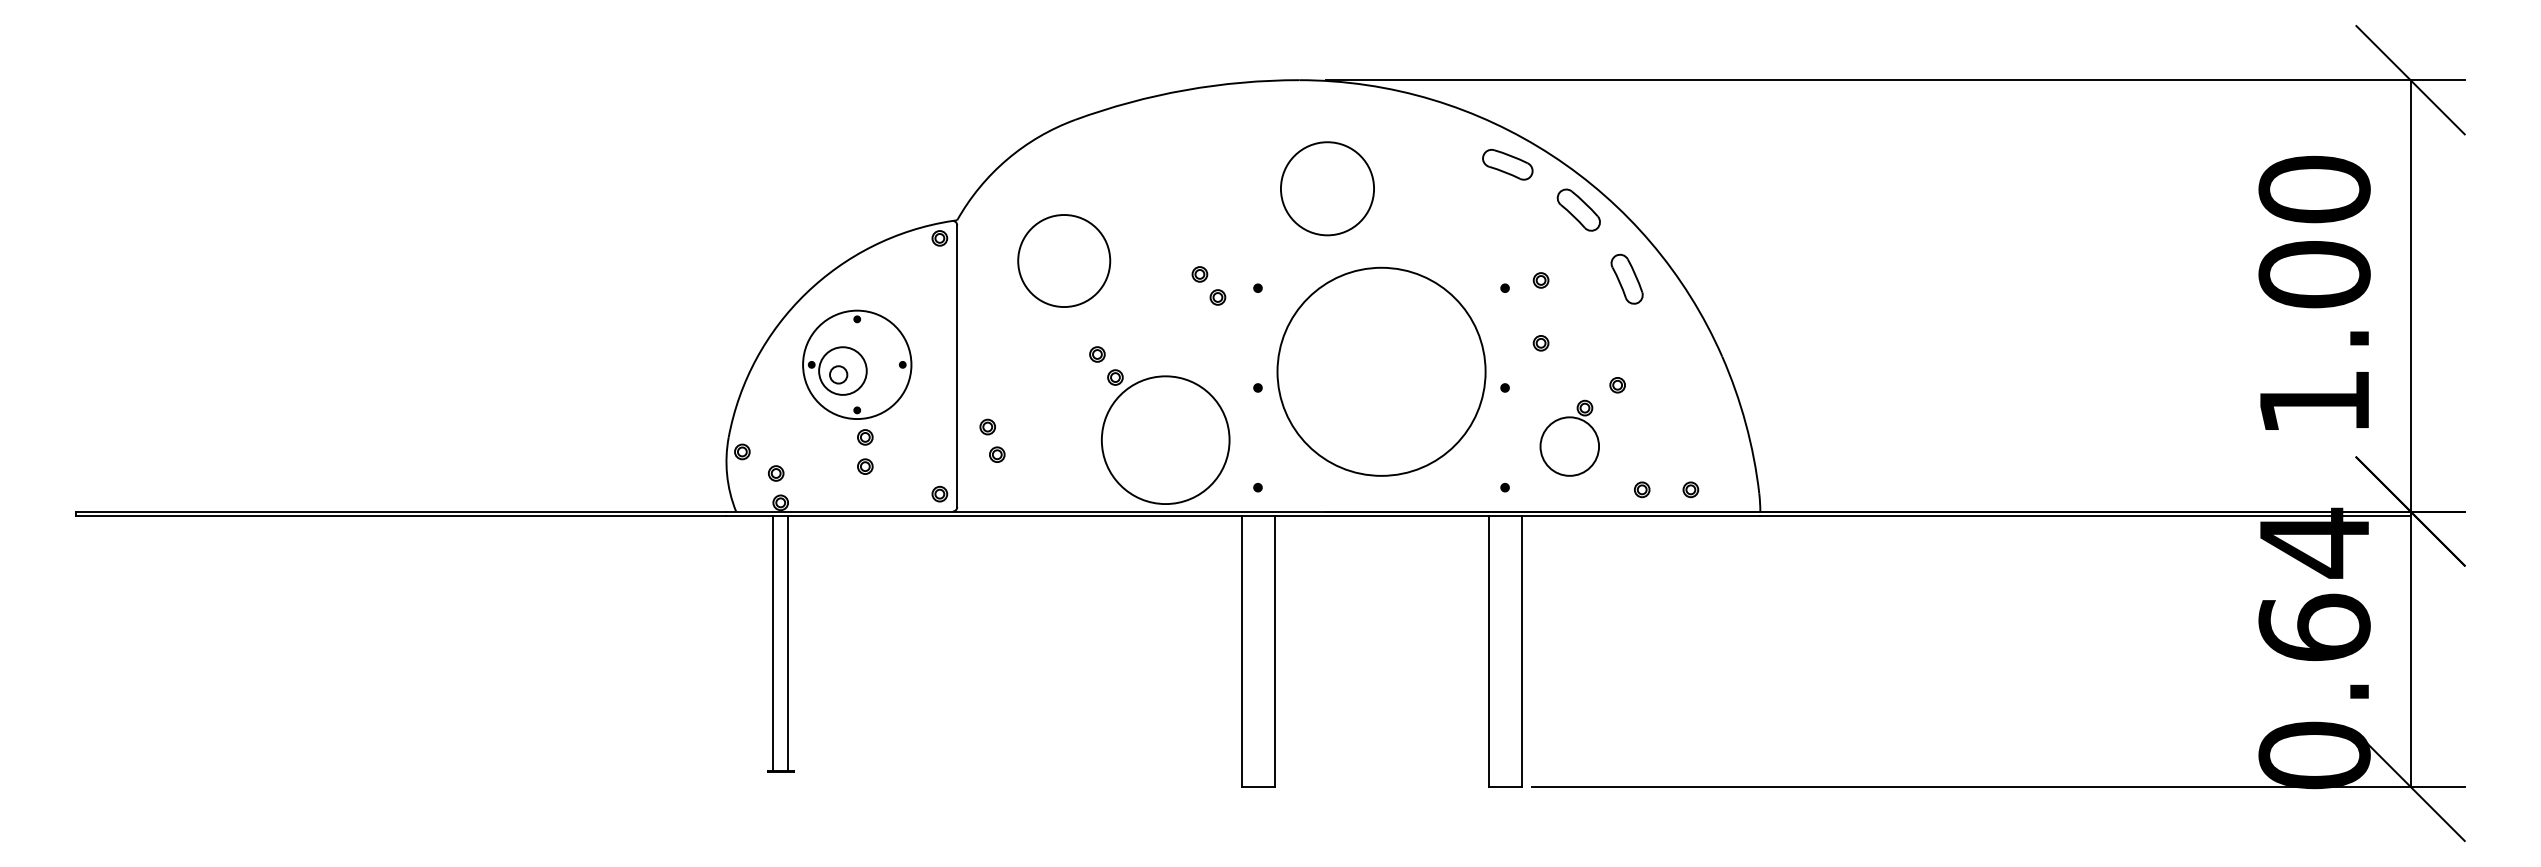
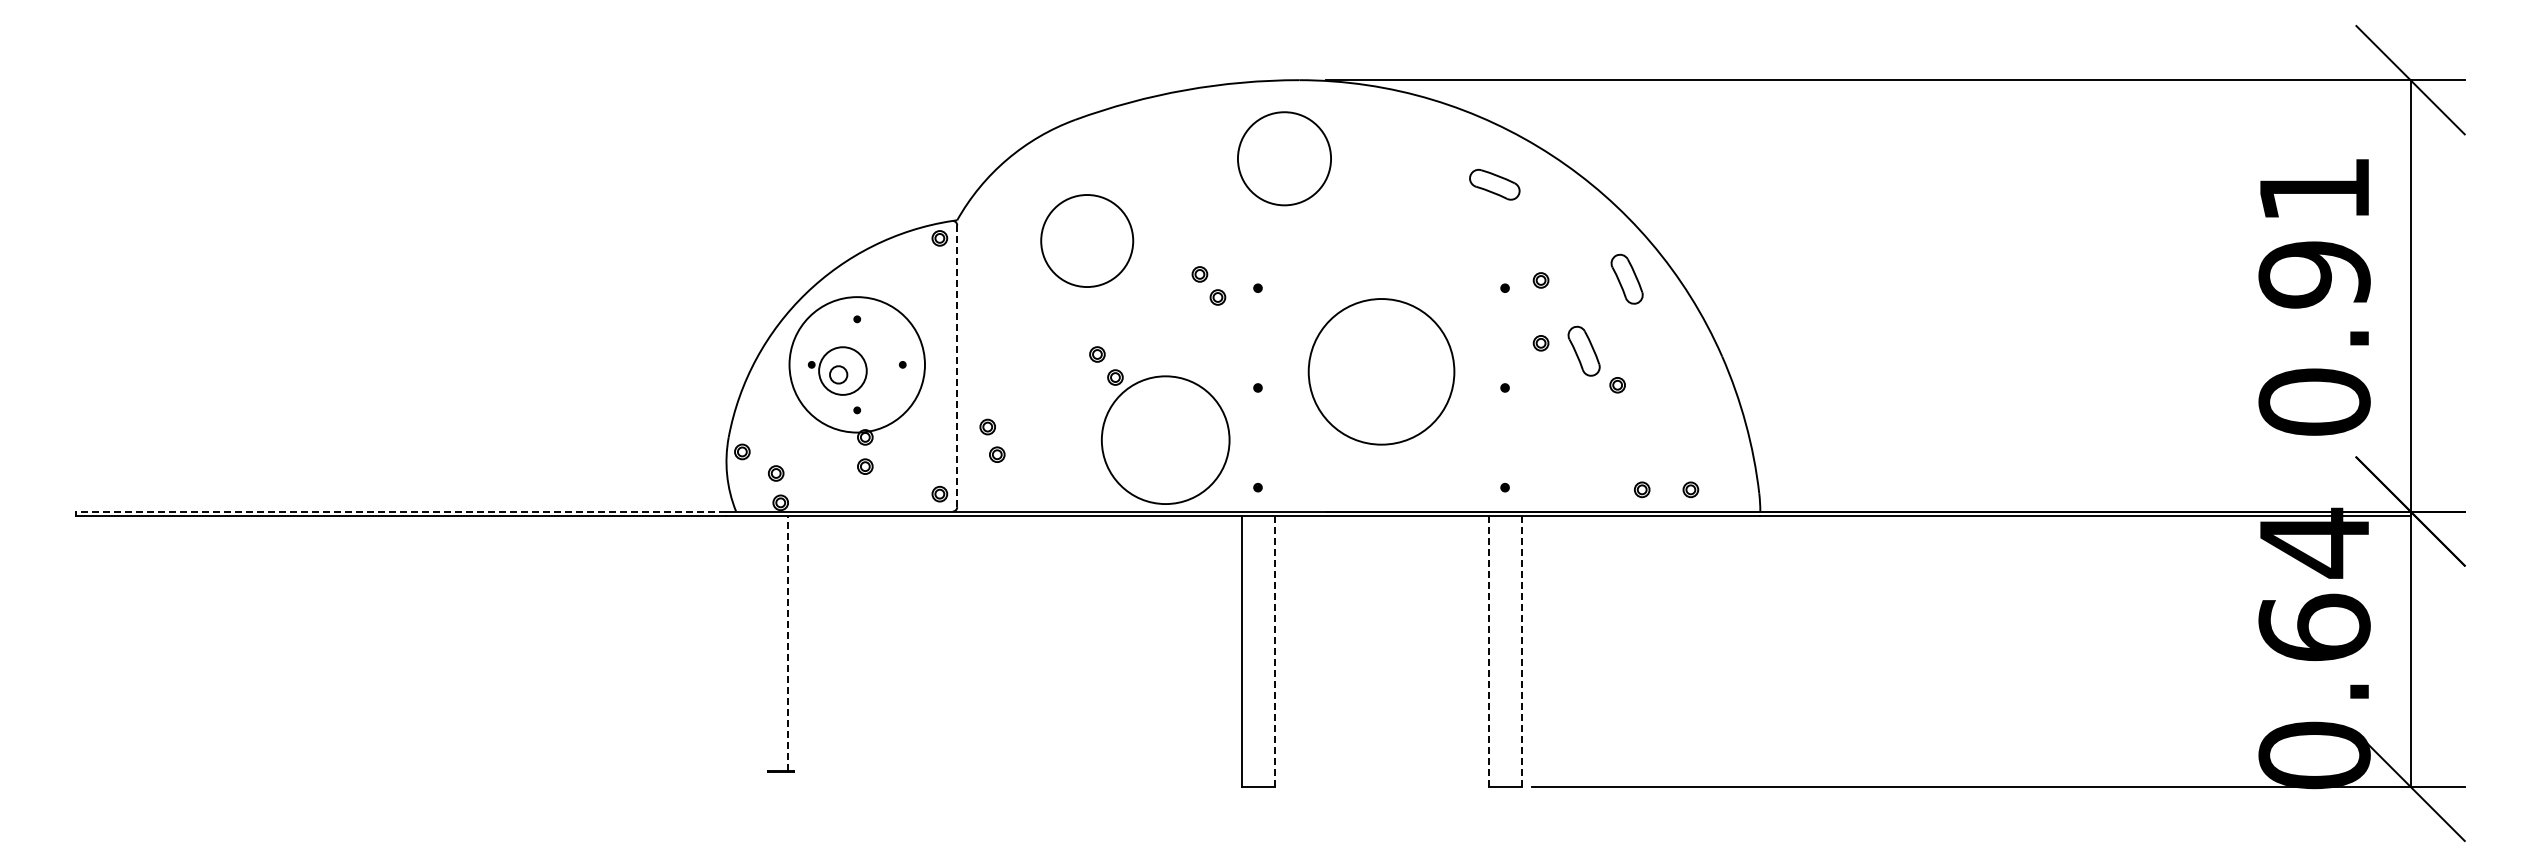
part at (1507, 164) position: (1507, 164) -> (1494, 184)
circle at (1327, 188) position: (1327, 188) -> (1284, 158)
part at (1578, 209): present -> none
circle at (1064, 260) position: (1064, 260) -> (1087, 240)
text at (2314, 295): 1.00 -> 0.91
part at (1583, 350): none -> present
circle at (857, 364) diameter: 108 px -> 135 px
line at (957, 366): solid -> dashed
circle at (1381, 371) diameter: 208 px -> 146 px
part at (1569, 437): present -> none
line at (400, 511): solid -> dashed
line at (773, 643): present -> none
line at (788, 643): solid -> dashed
line at (1274, 650): solid -> dashed
line at (1488, 650): solid -> dashed
line at (1521, 650): solid -> dashed
